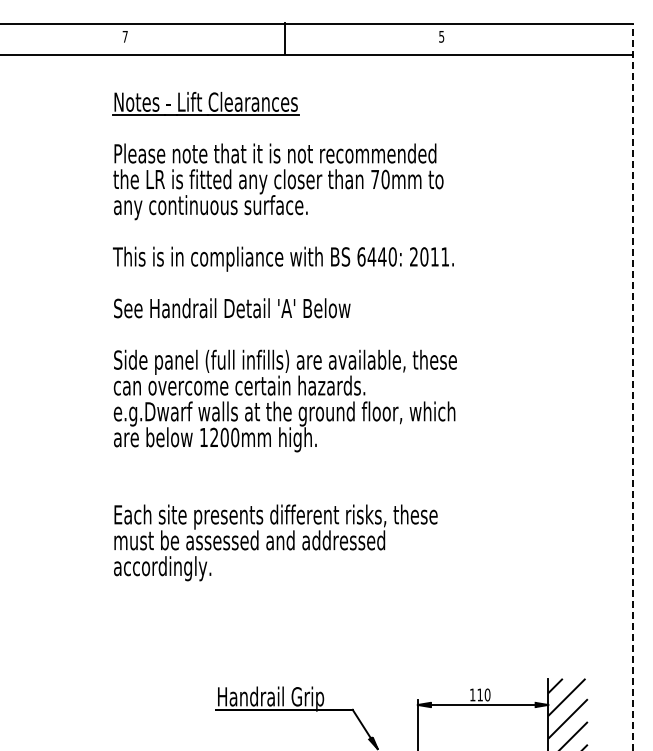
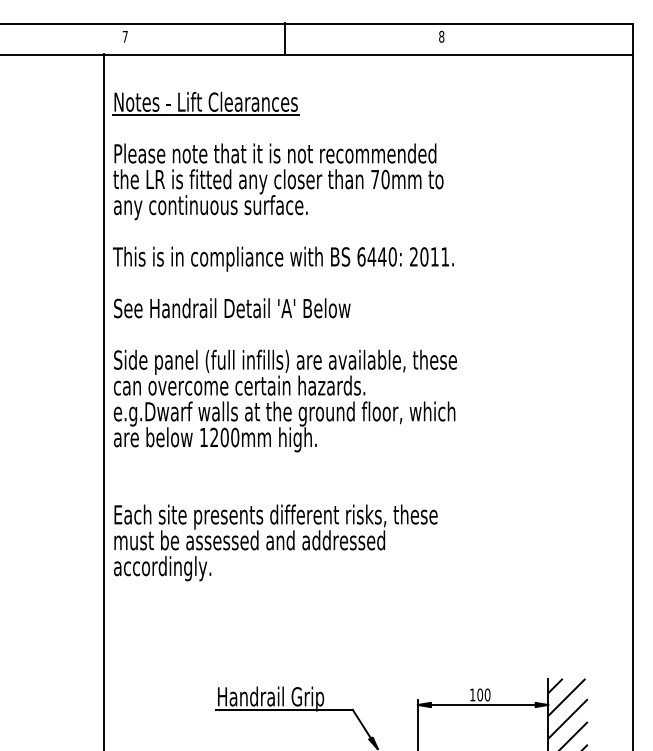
text at (441, 36): 5 -> 8
line at (633, 386): dashed -> solid
line at (104, 400): none -> present
text at (480, 694): 110 -> 100
